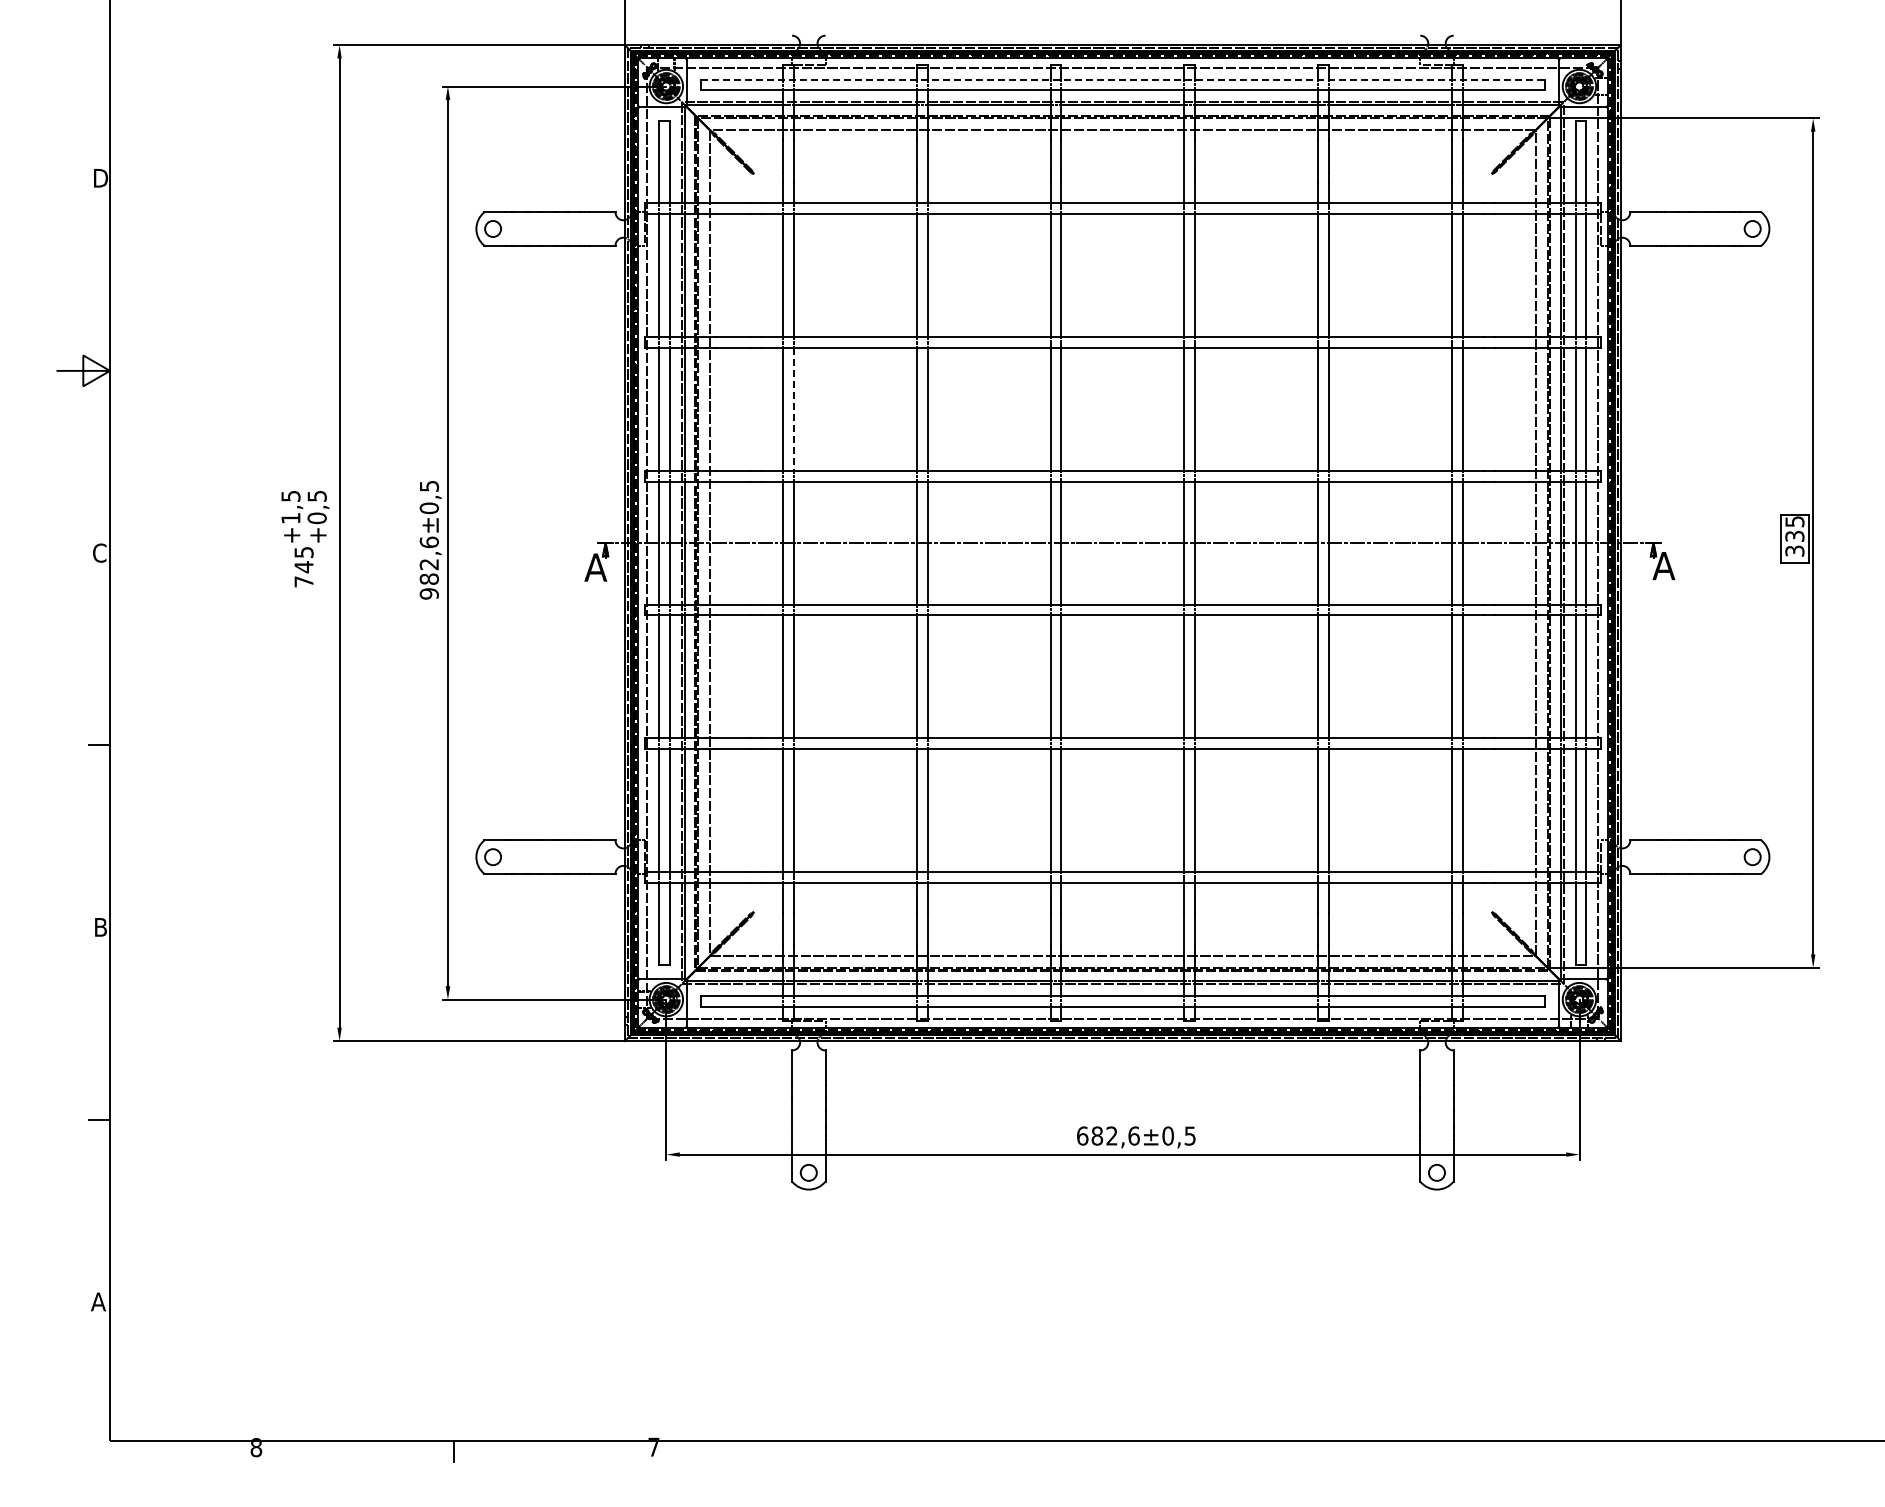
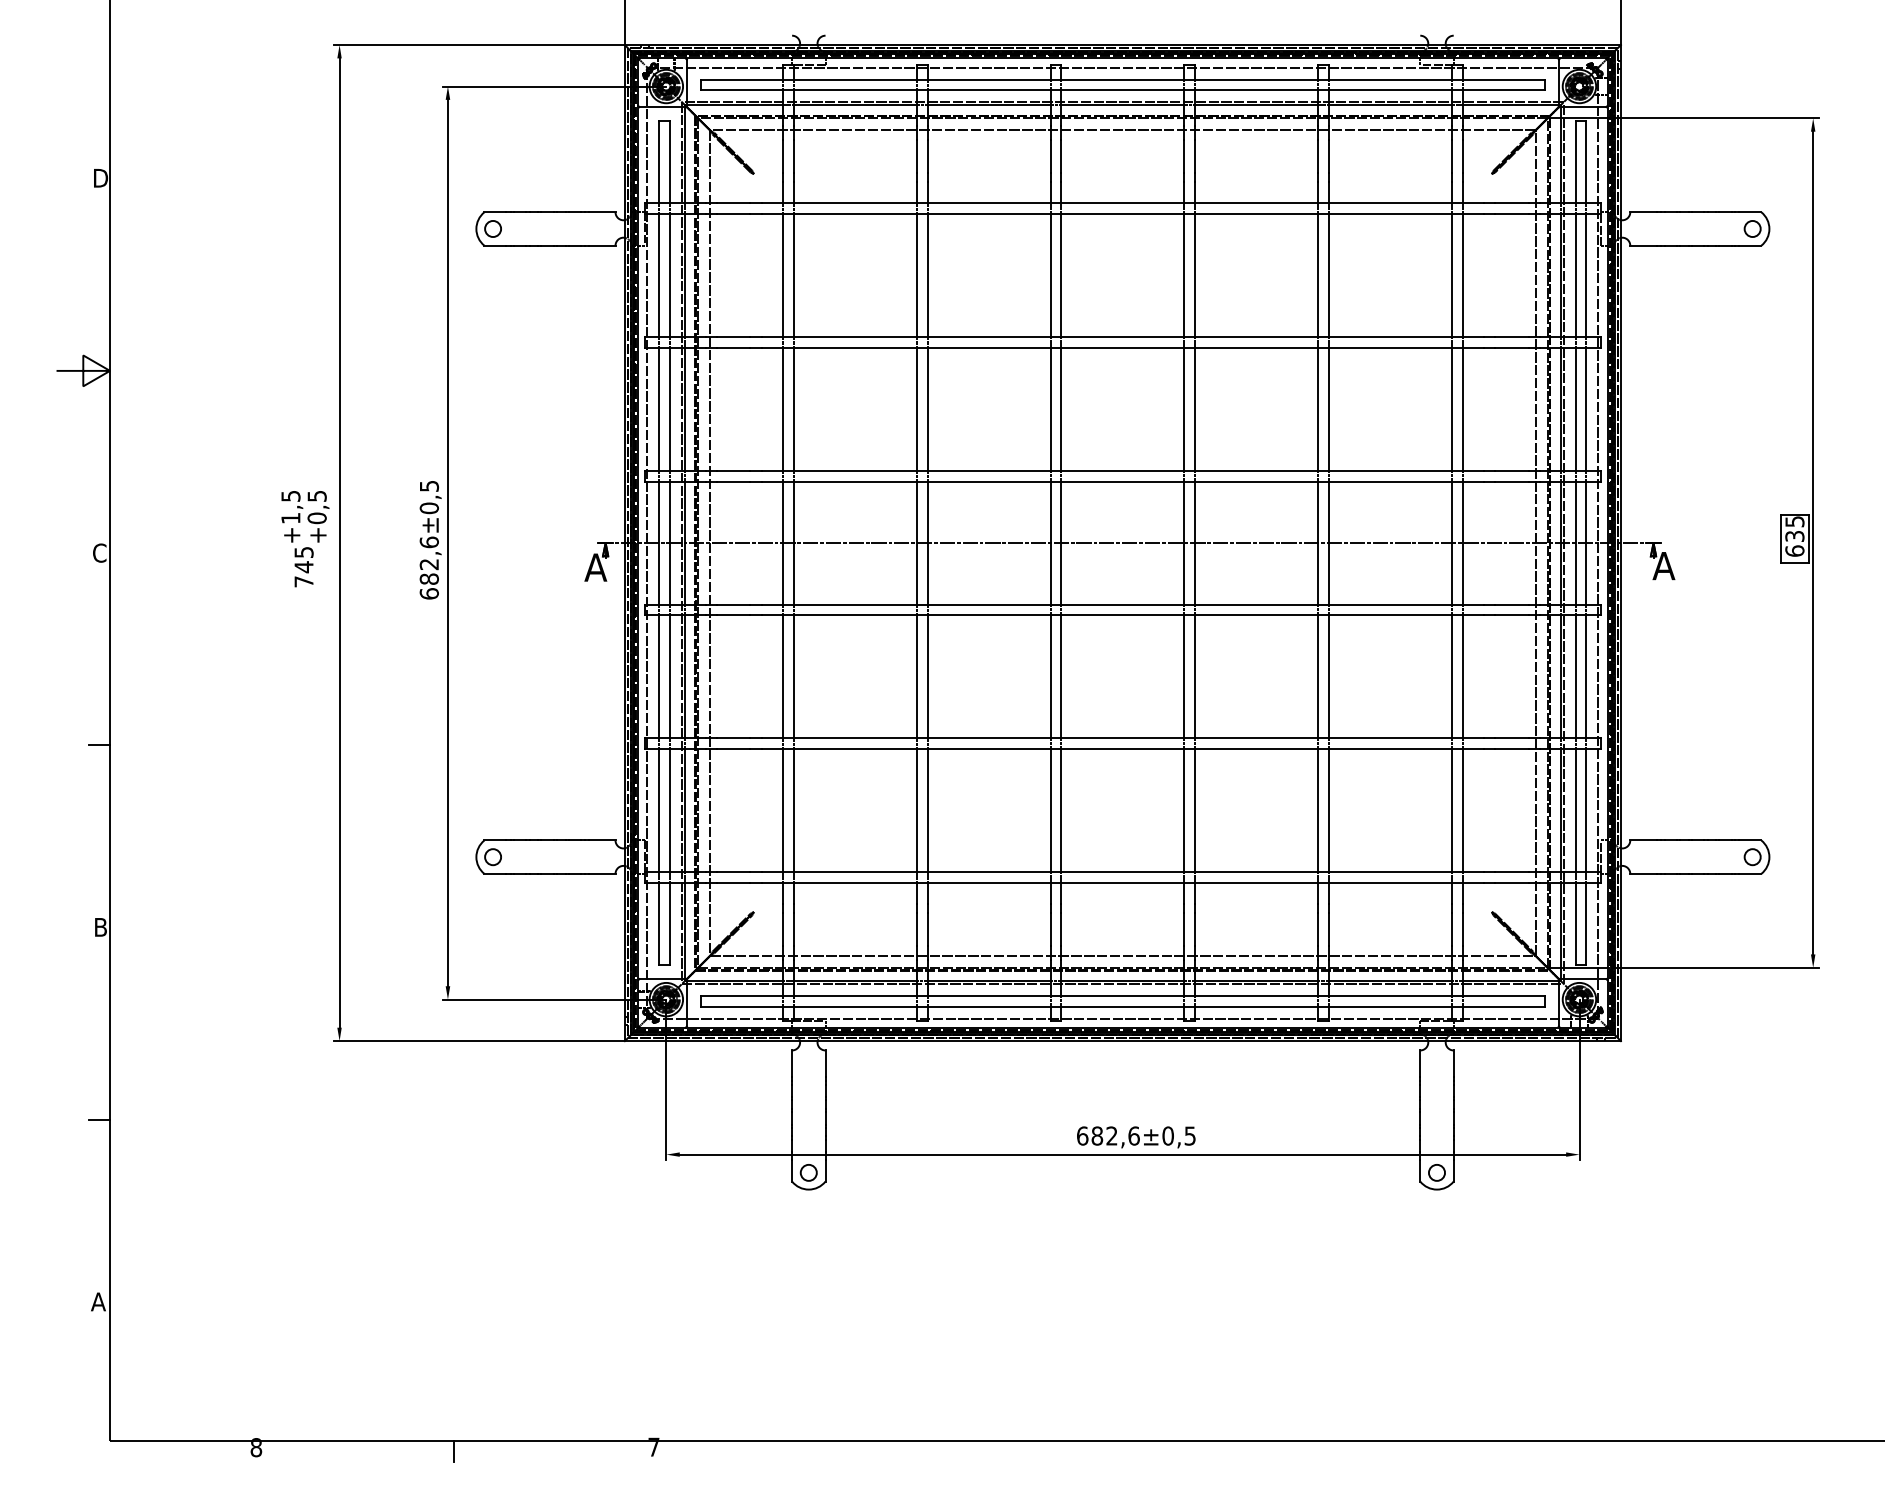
line at (1123, 79): dashed -> solid
line at (793, 409): dashed -> solid
text at (1794, 550): 335 -> 635
text at (428, 593): 982,6 -> 682,6
